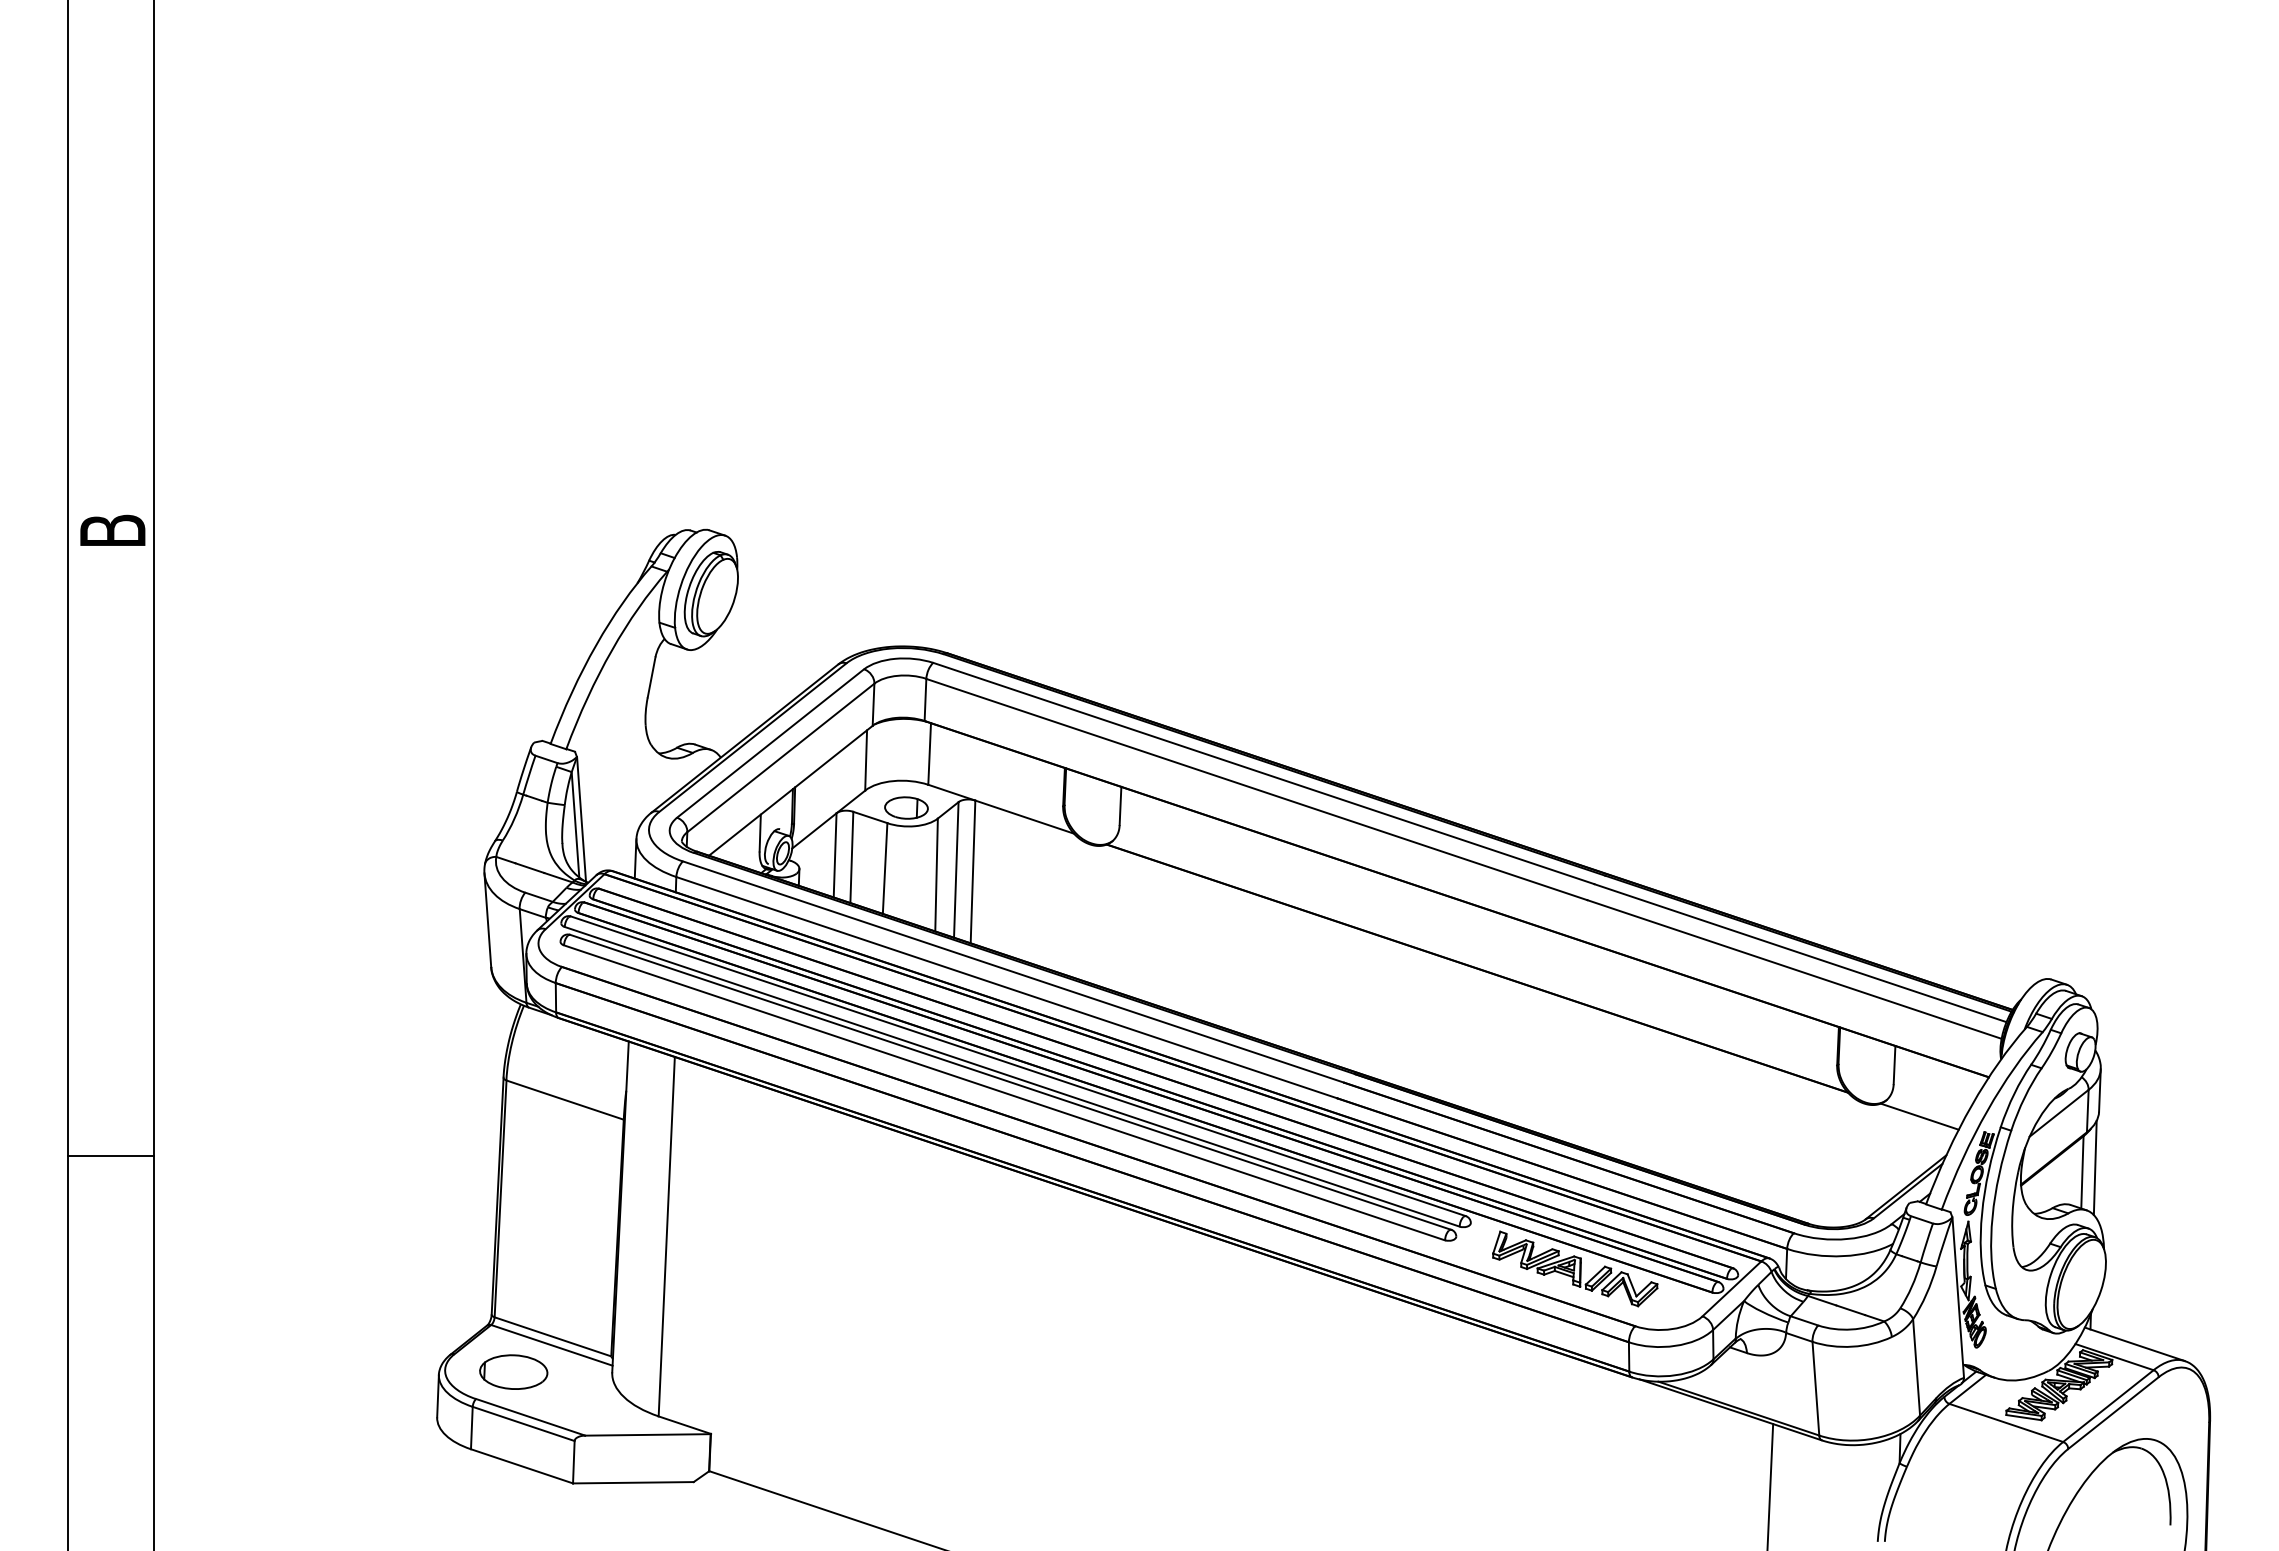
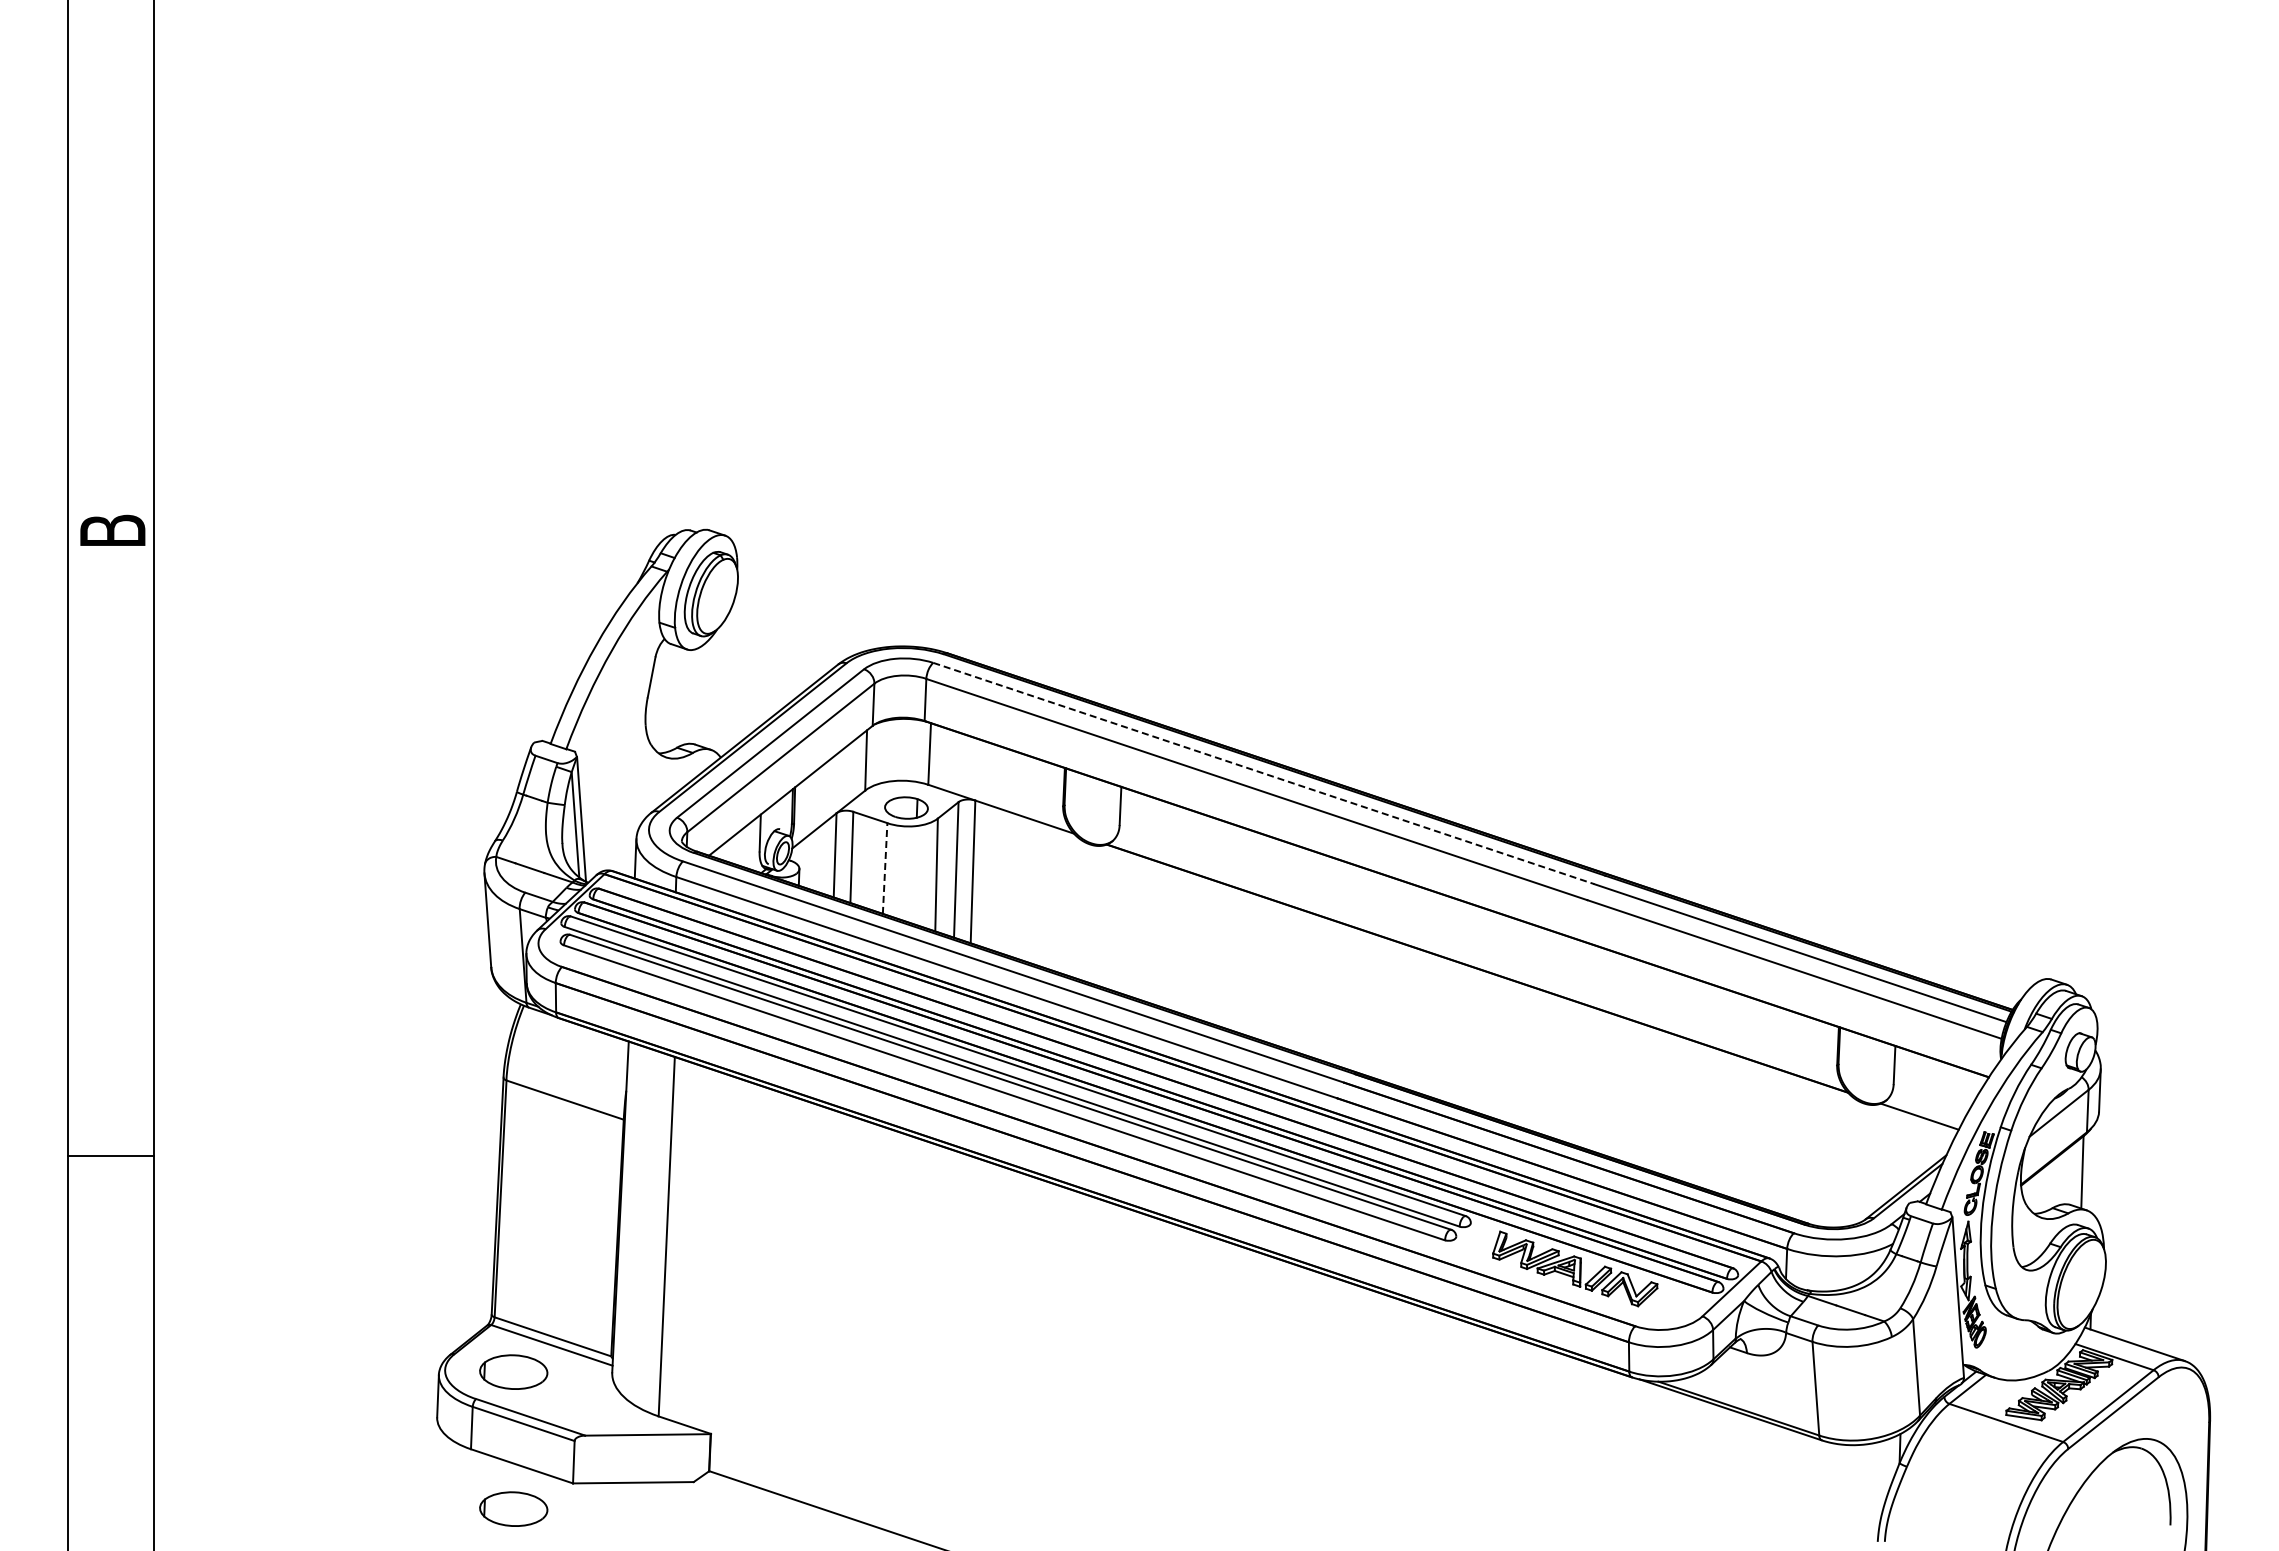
line at (1263, 773): solid -> dashed
line at (885, 868): solid -> dashed
line at (2094, 1167): present -> none
line at (1770, 1485): present -> none
part at (513, 1508): none -> present
